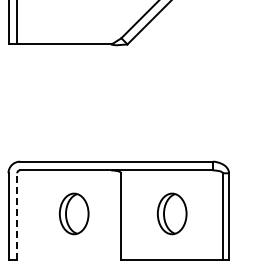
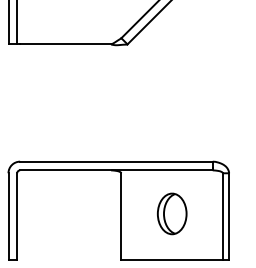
part at (74, 213): present -> none
line at (17, 216): dashed -> solid
